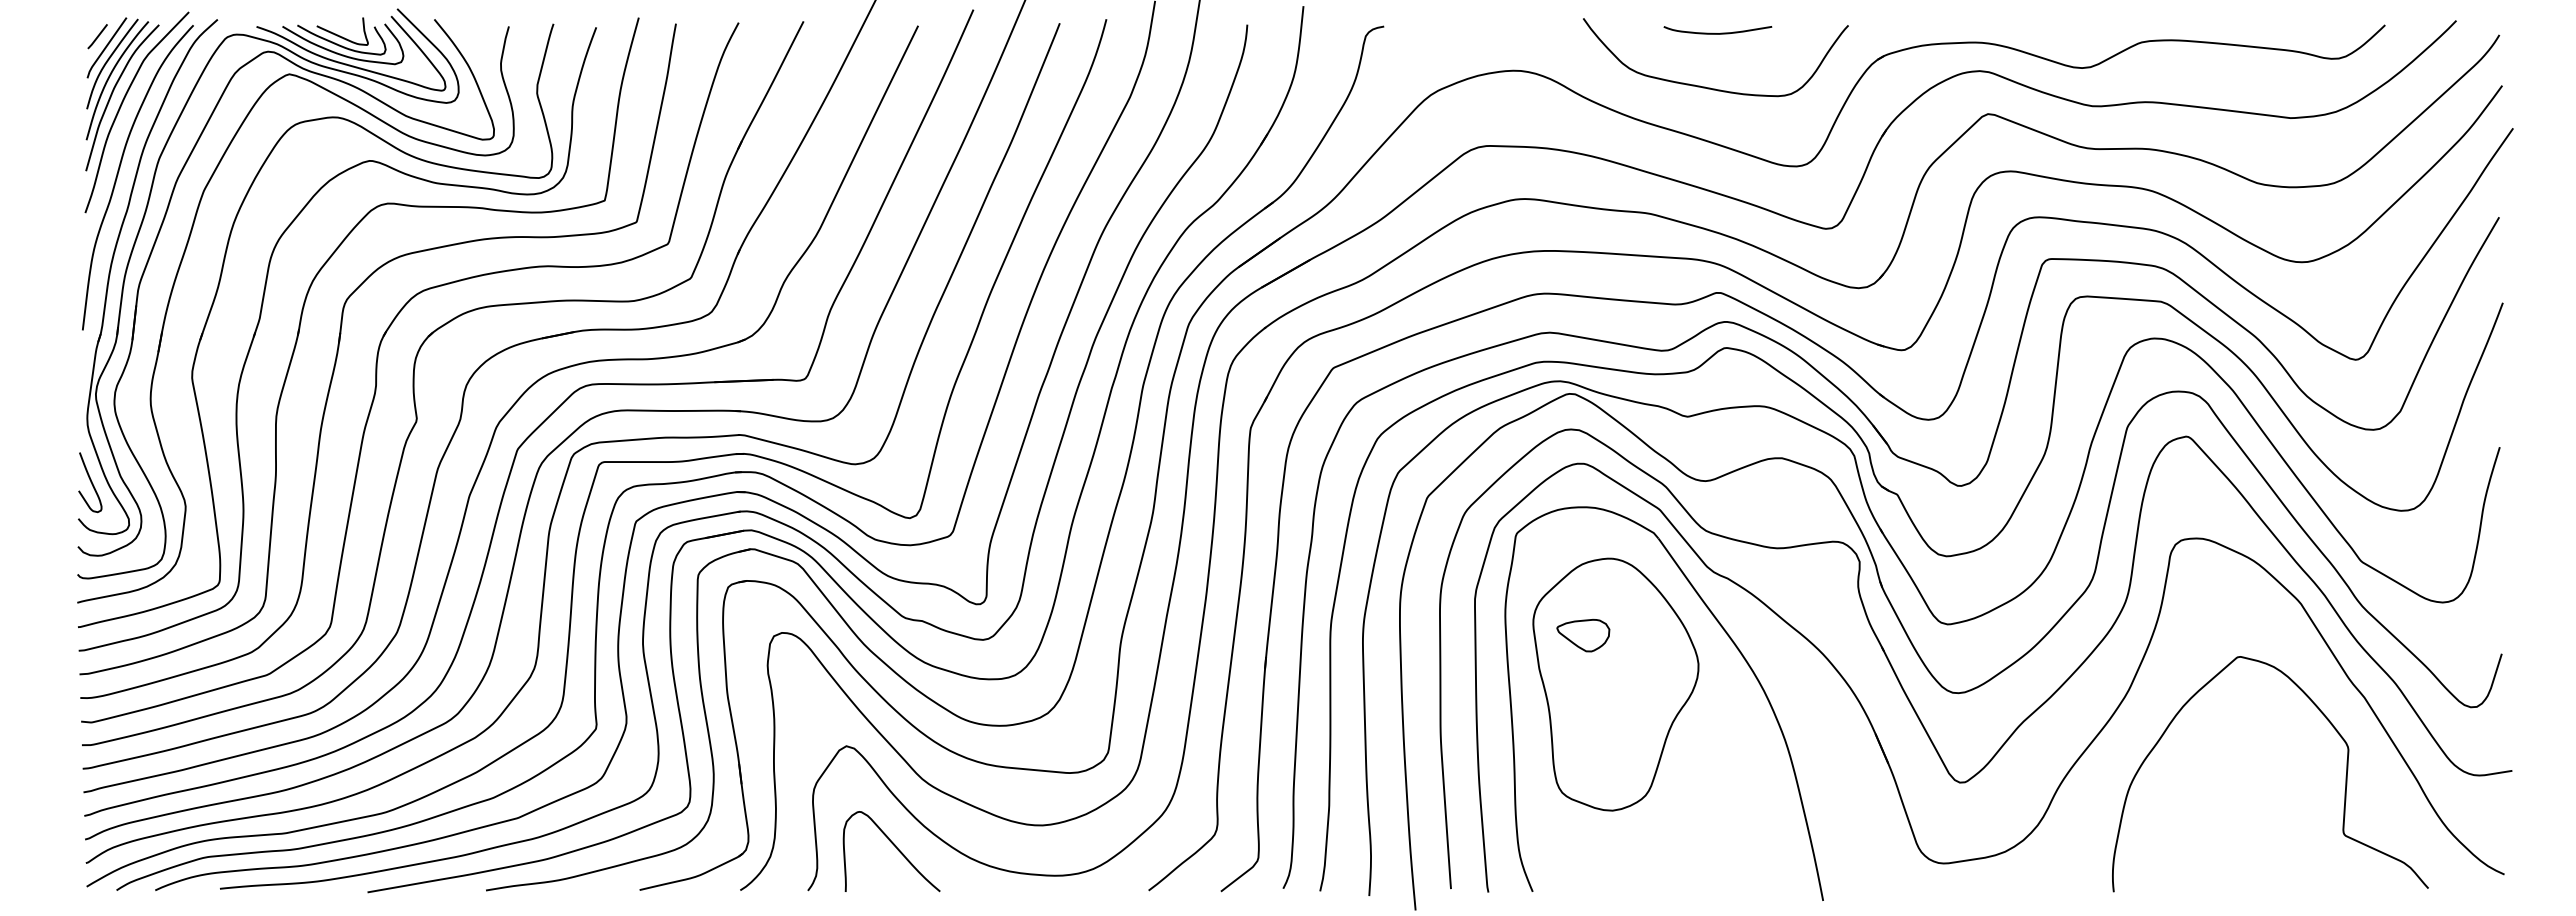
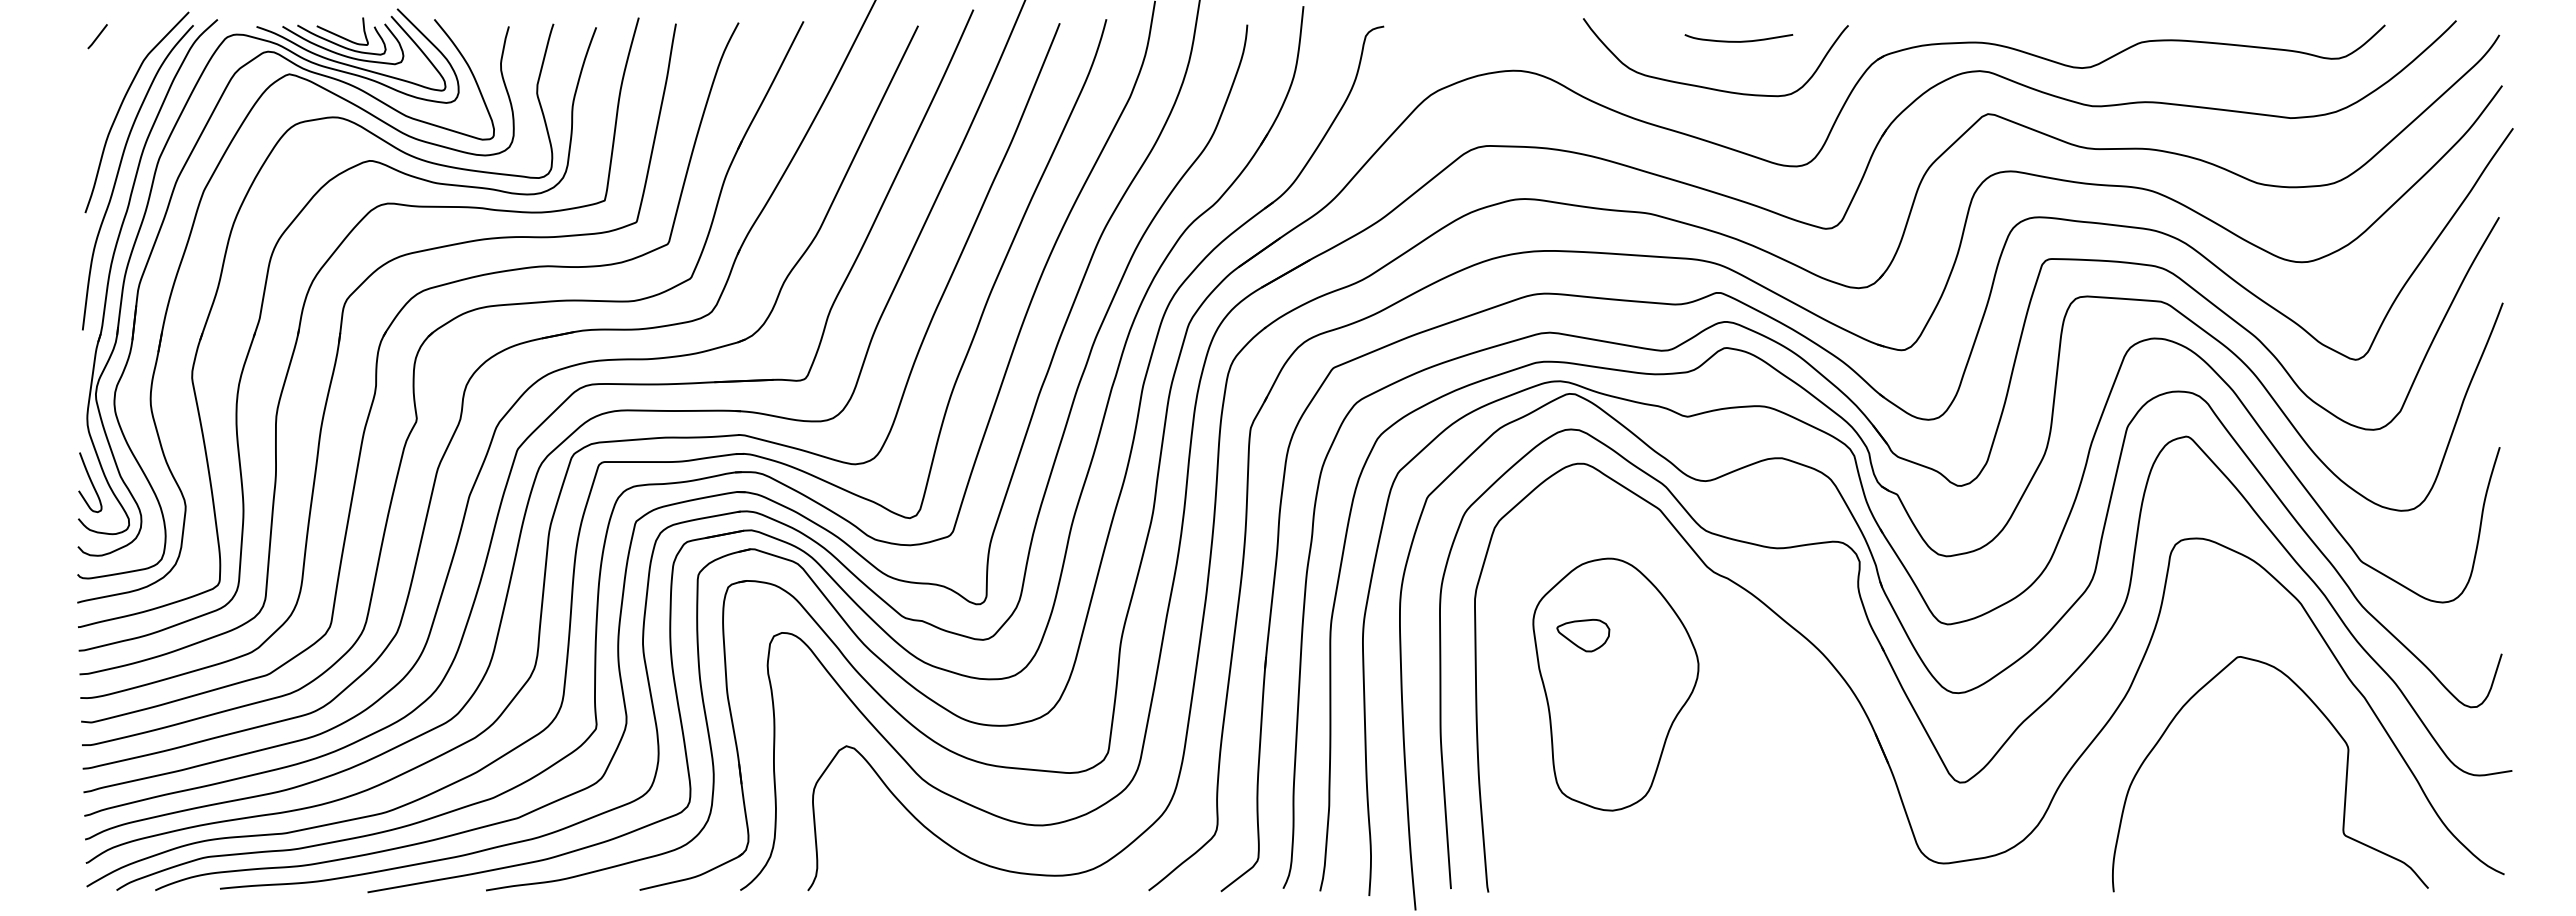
curve at (1717, 33) position: (1717, 33) -> (1738, 41)
part at (114, 90): present -> none
part at (1738, 651): present -> none
curve at (895, 847): present -> none
